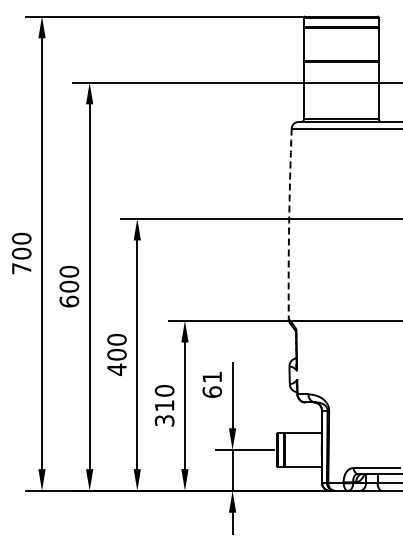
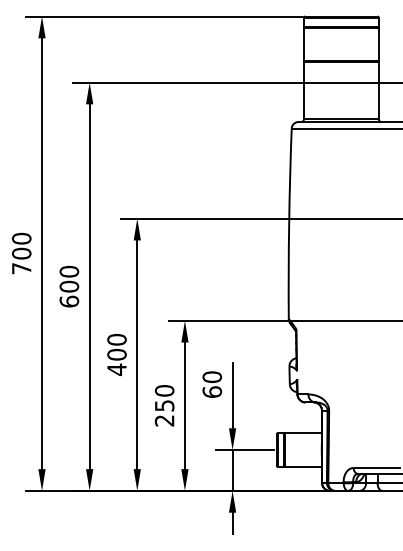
arc at (289, 223): dashed -> solid
text at (212, 377): 61 -> 60
text at (164, 413): 310 -> 250
